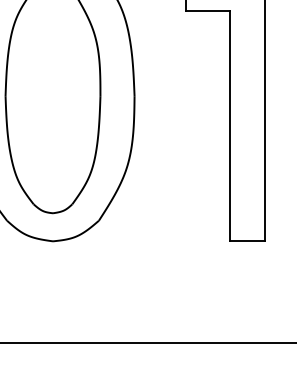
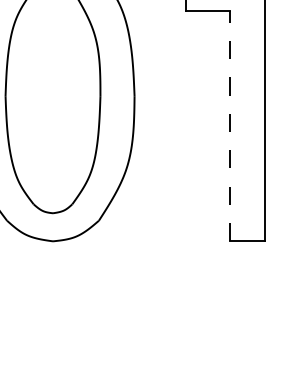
line at (229, 126): solid -> dashed
line at (147, 342): present -> none
